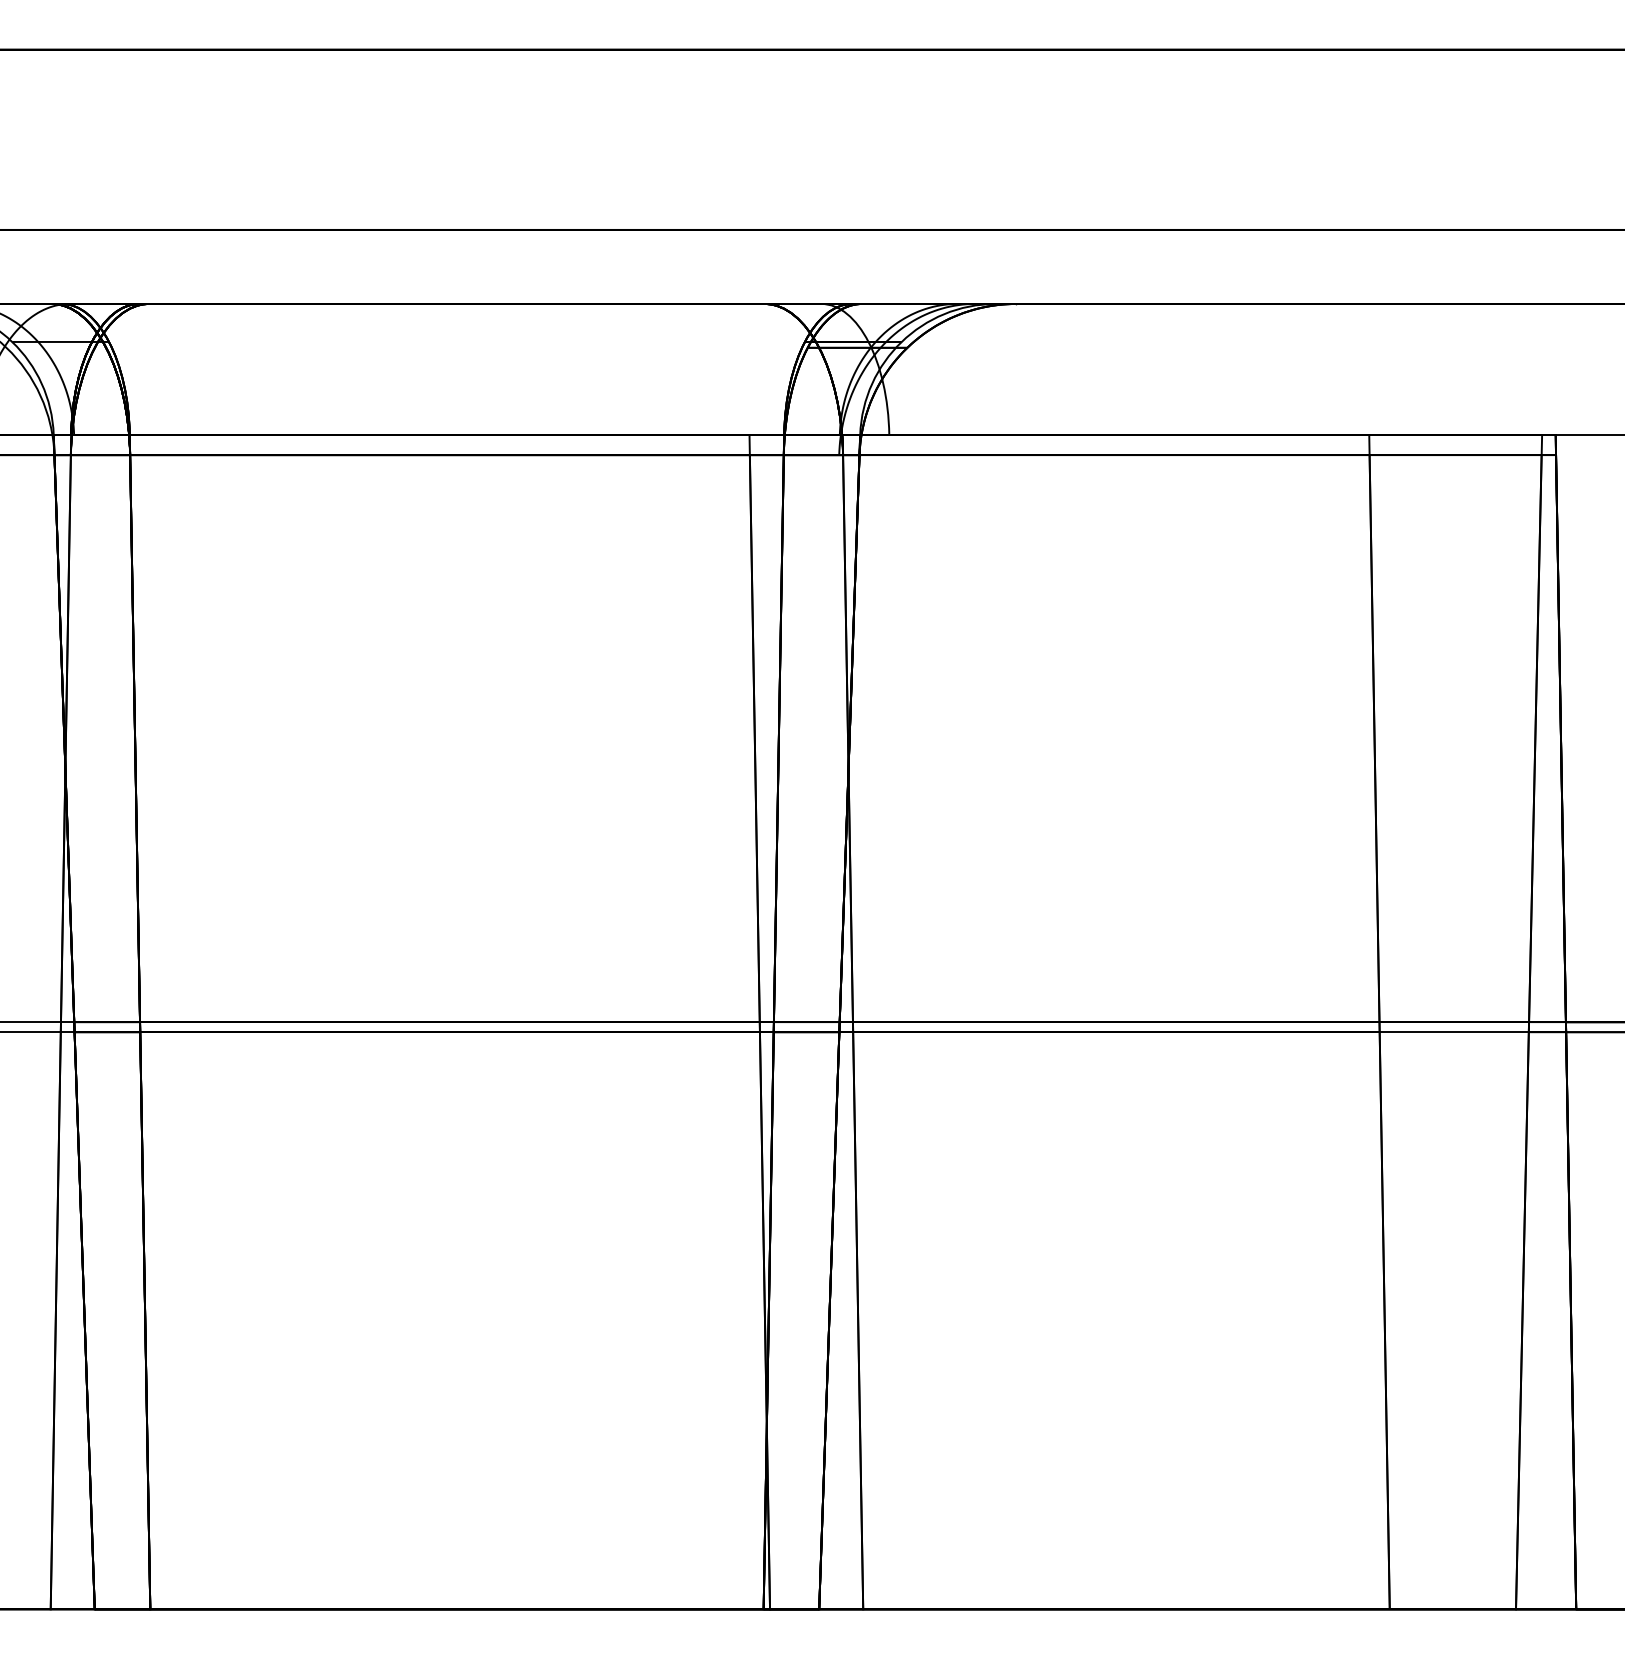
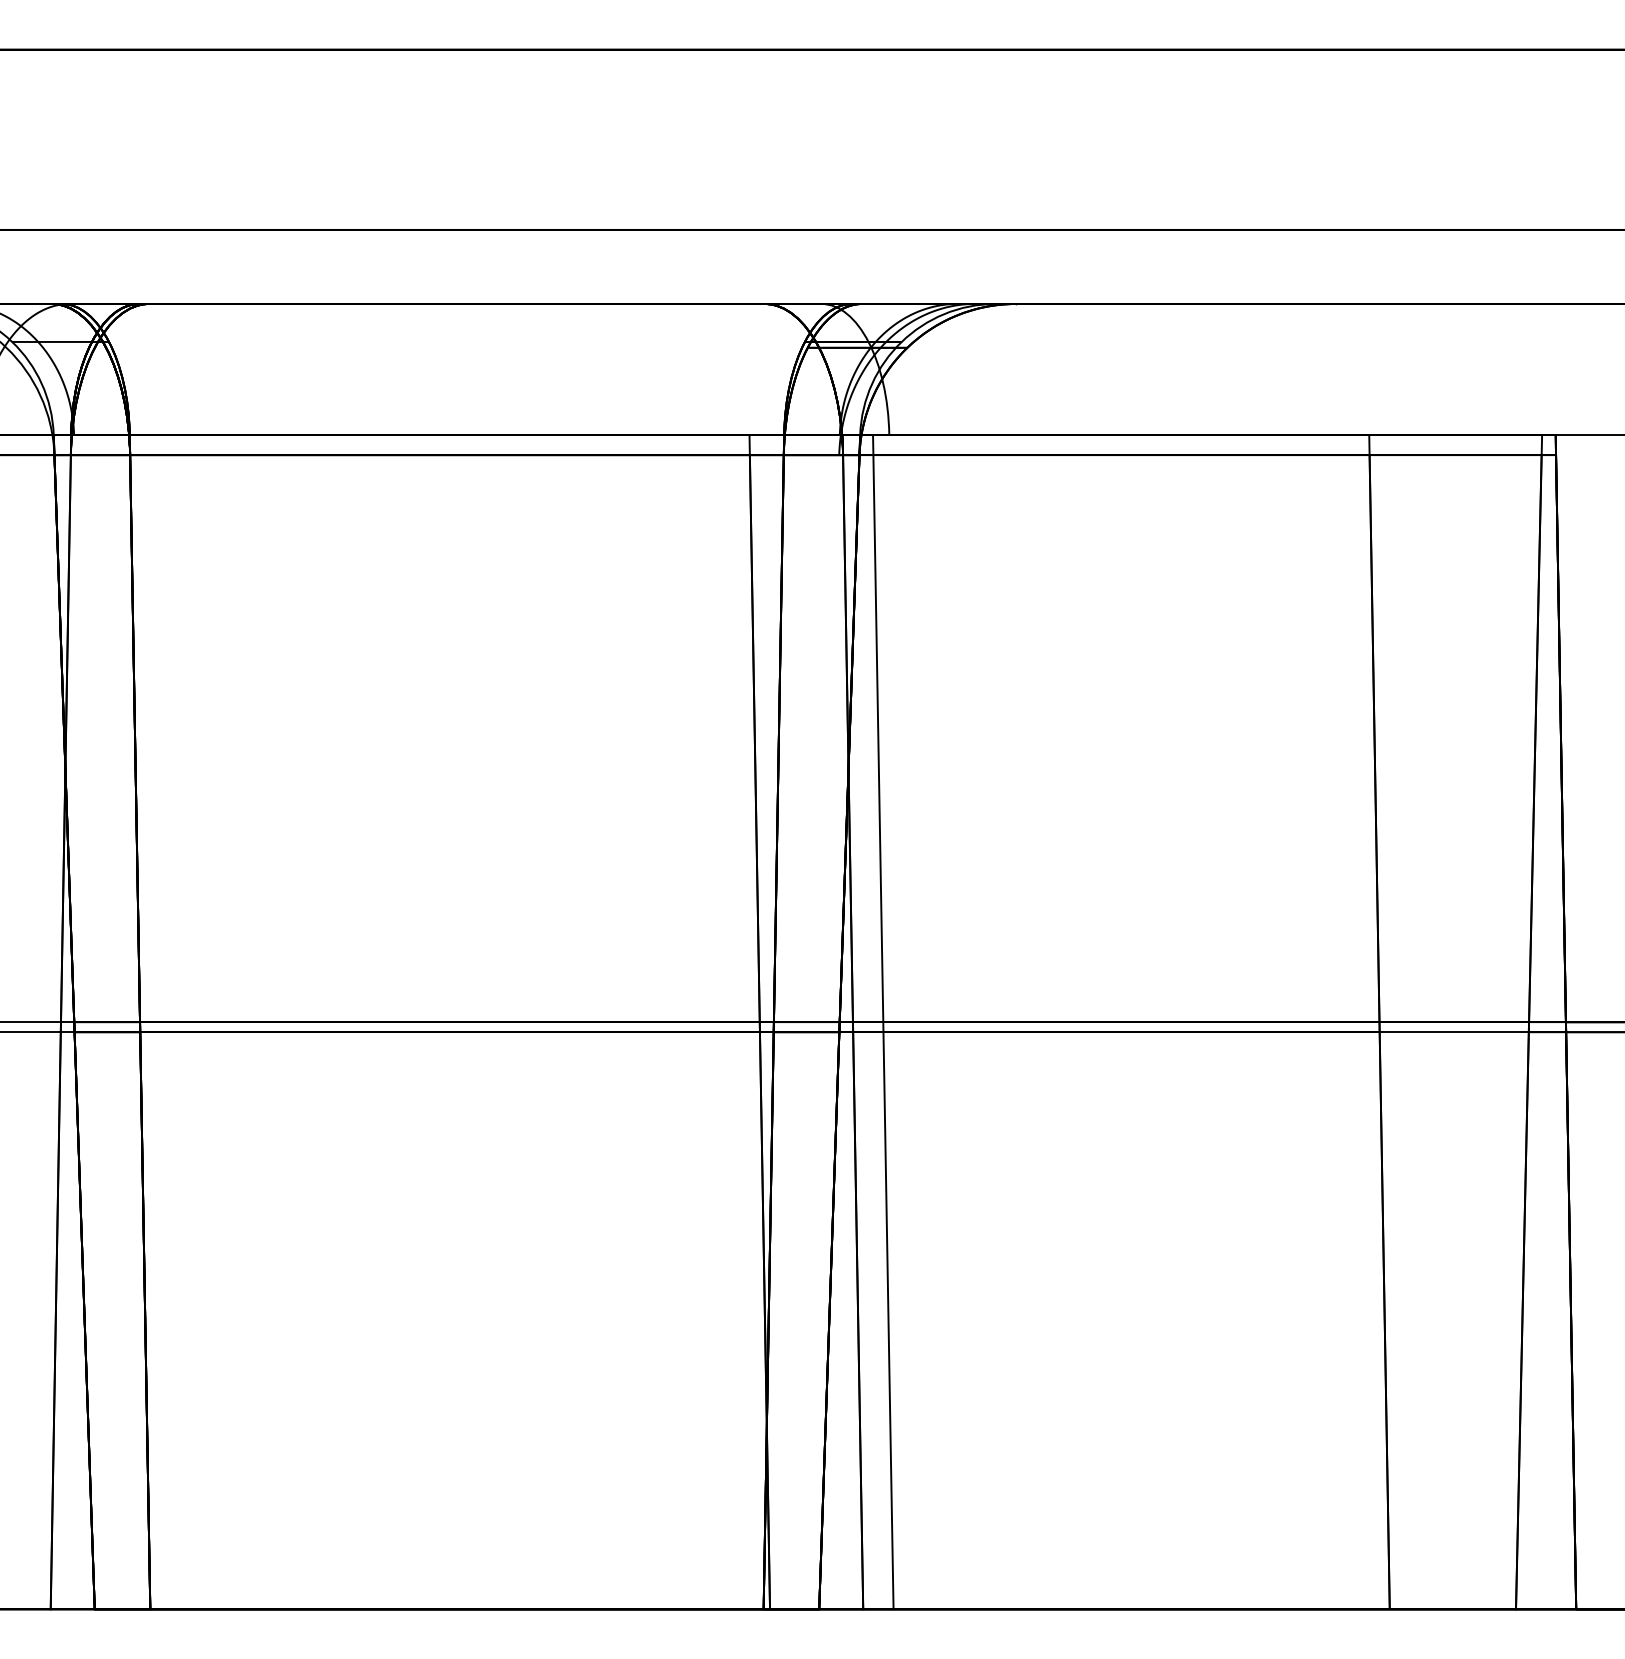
line at (883, 1021): none -> present
